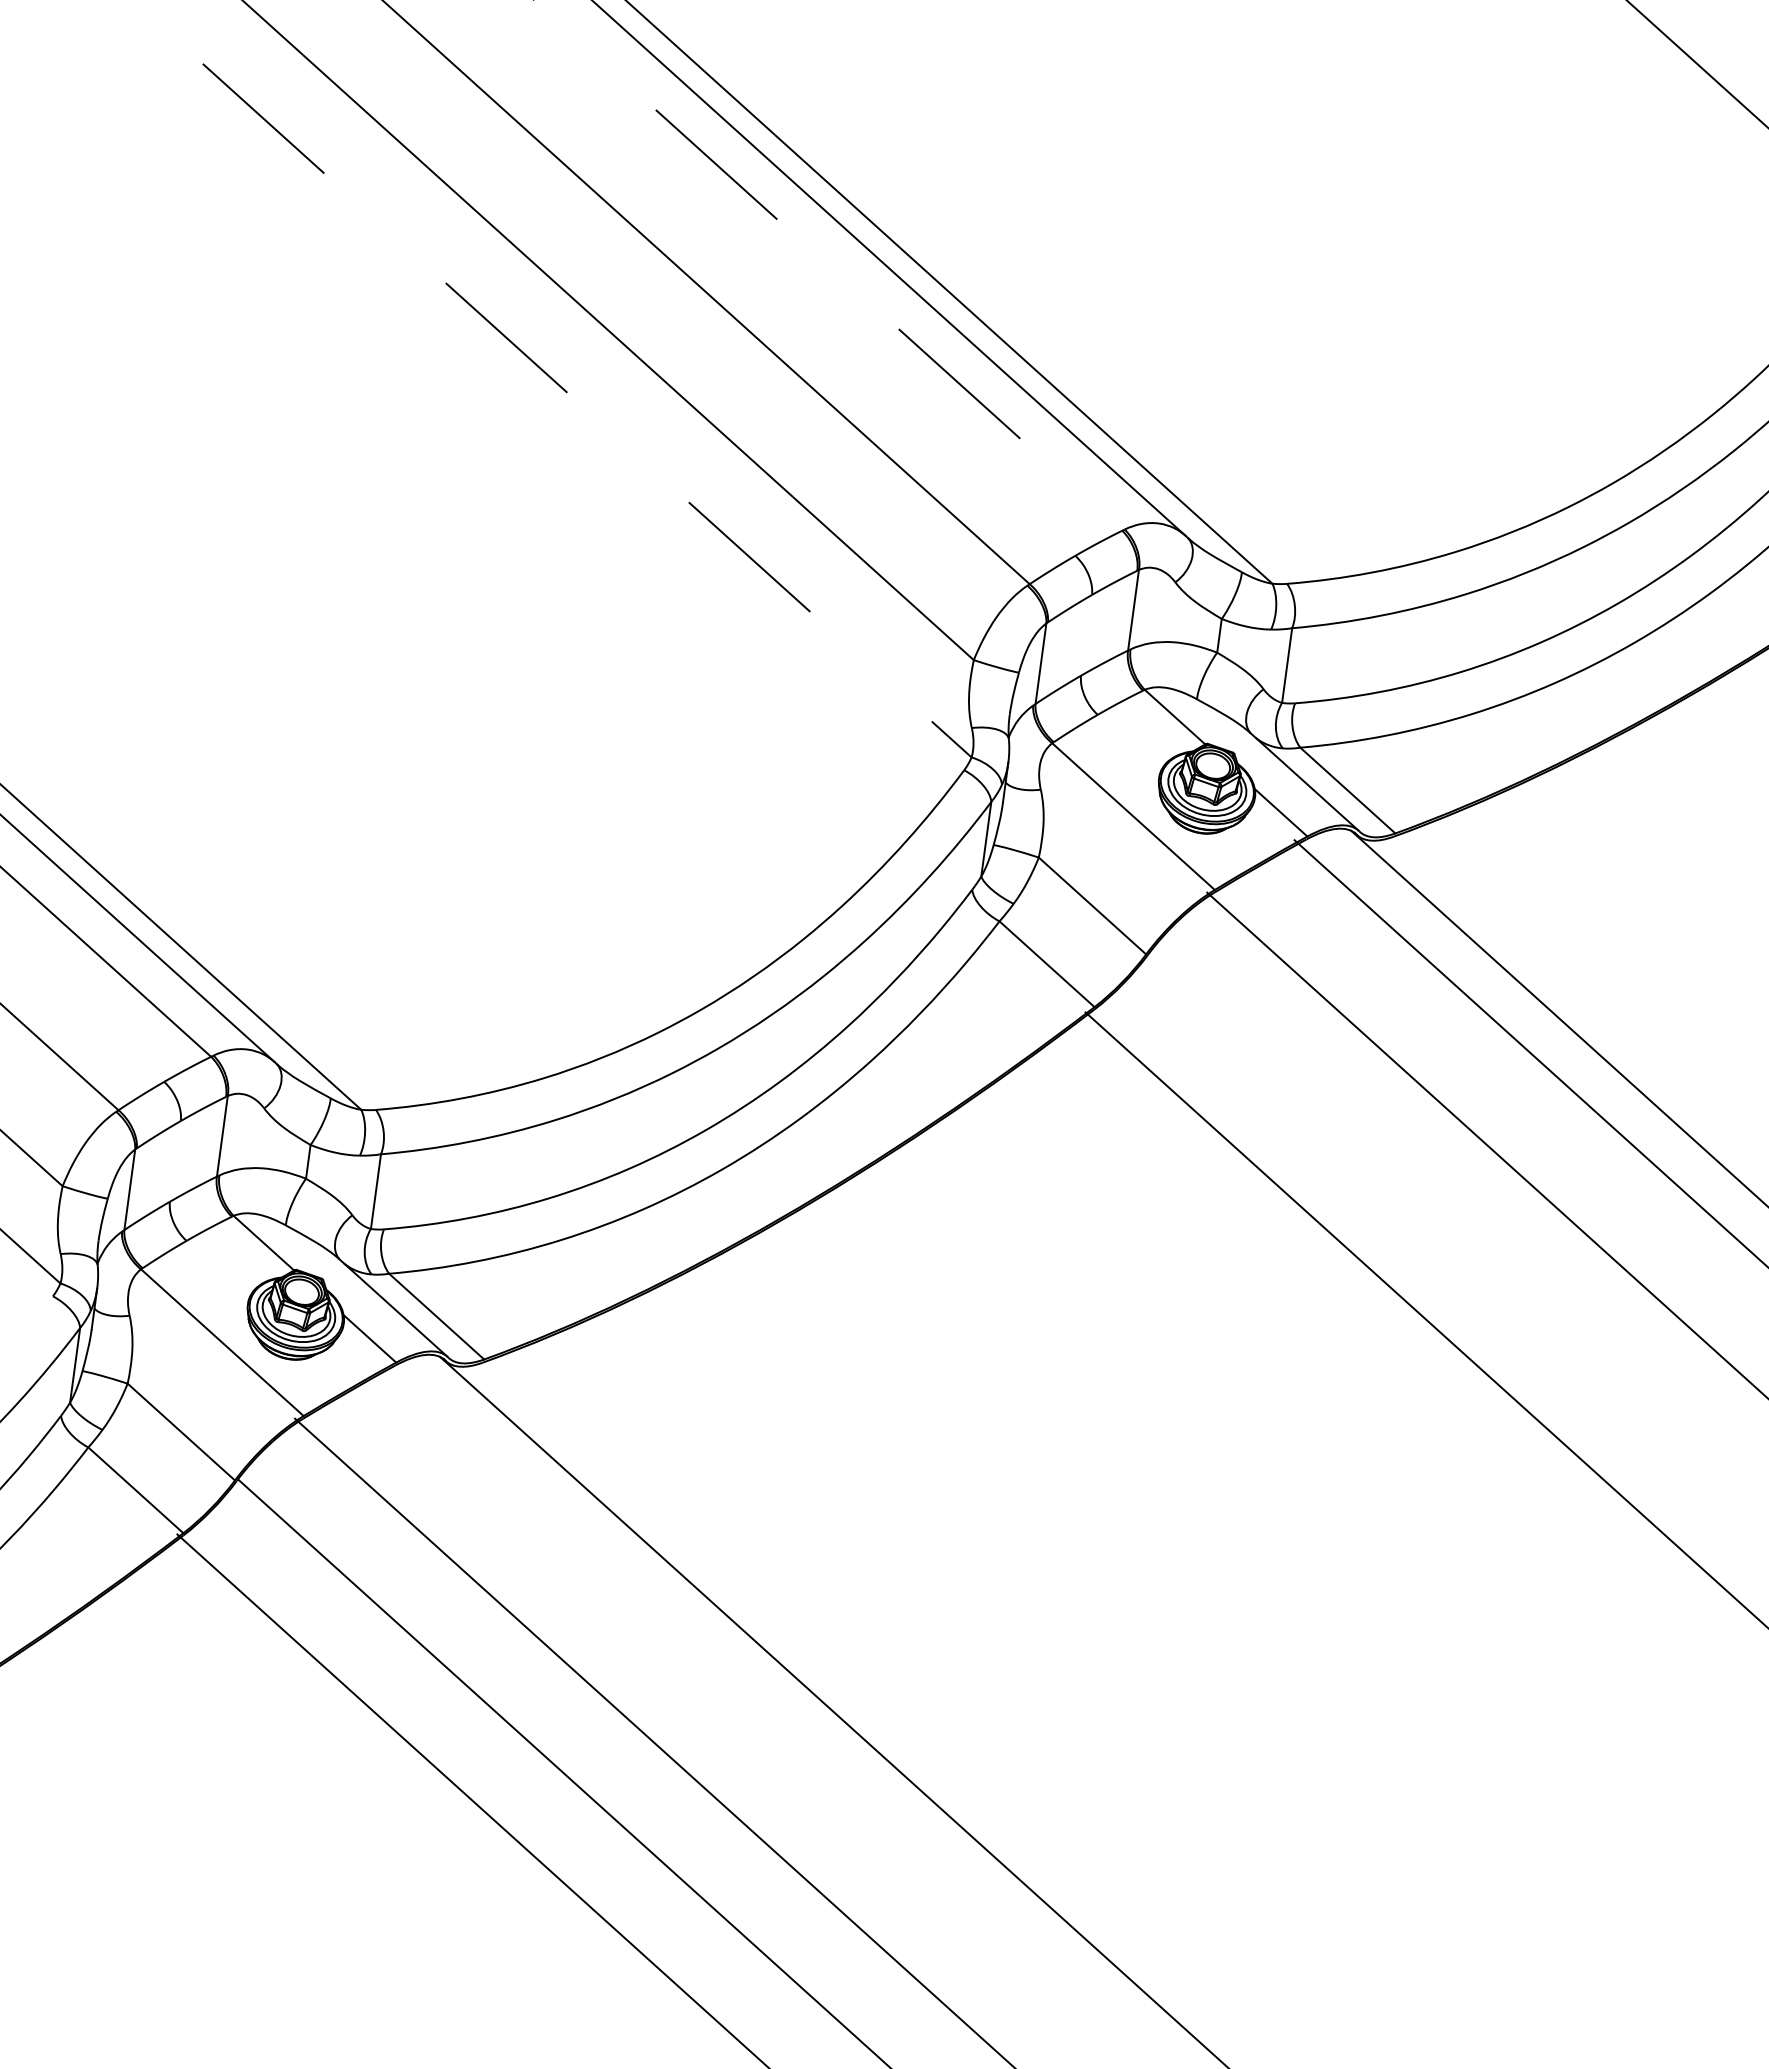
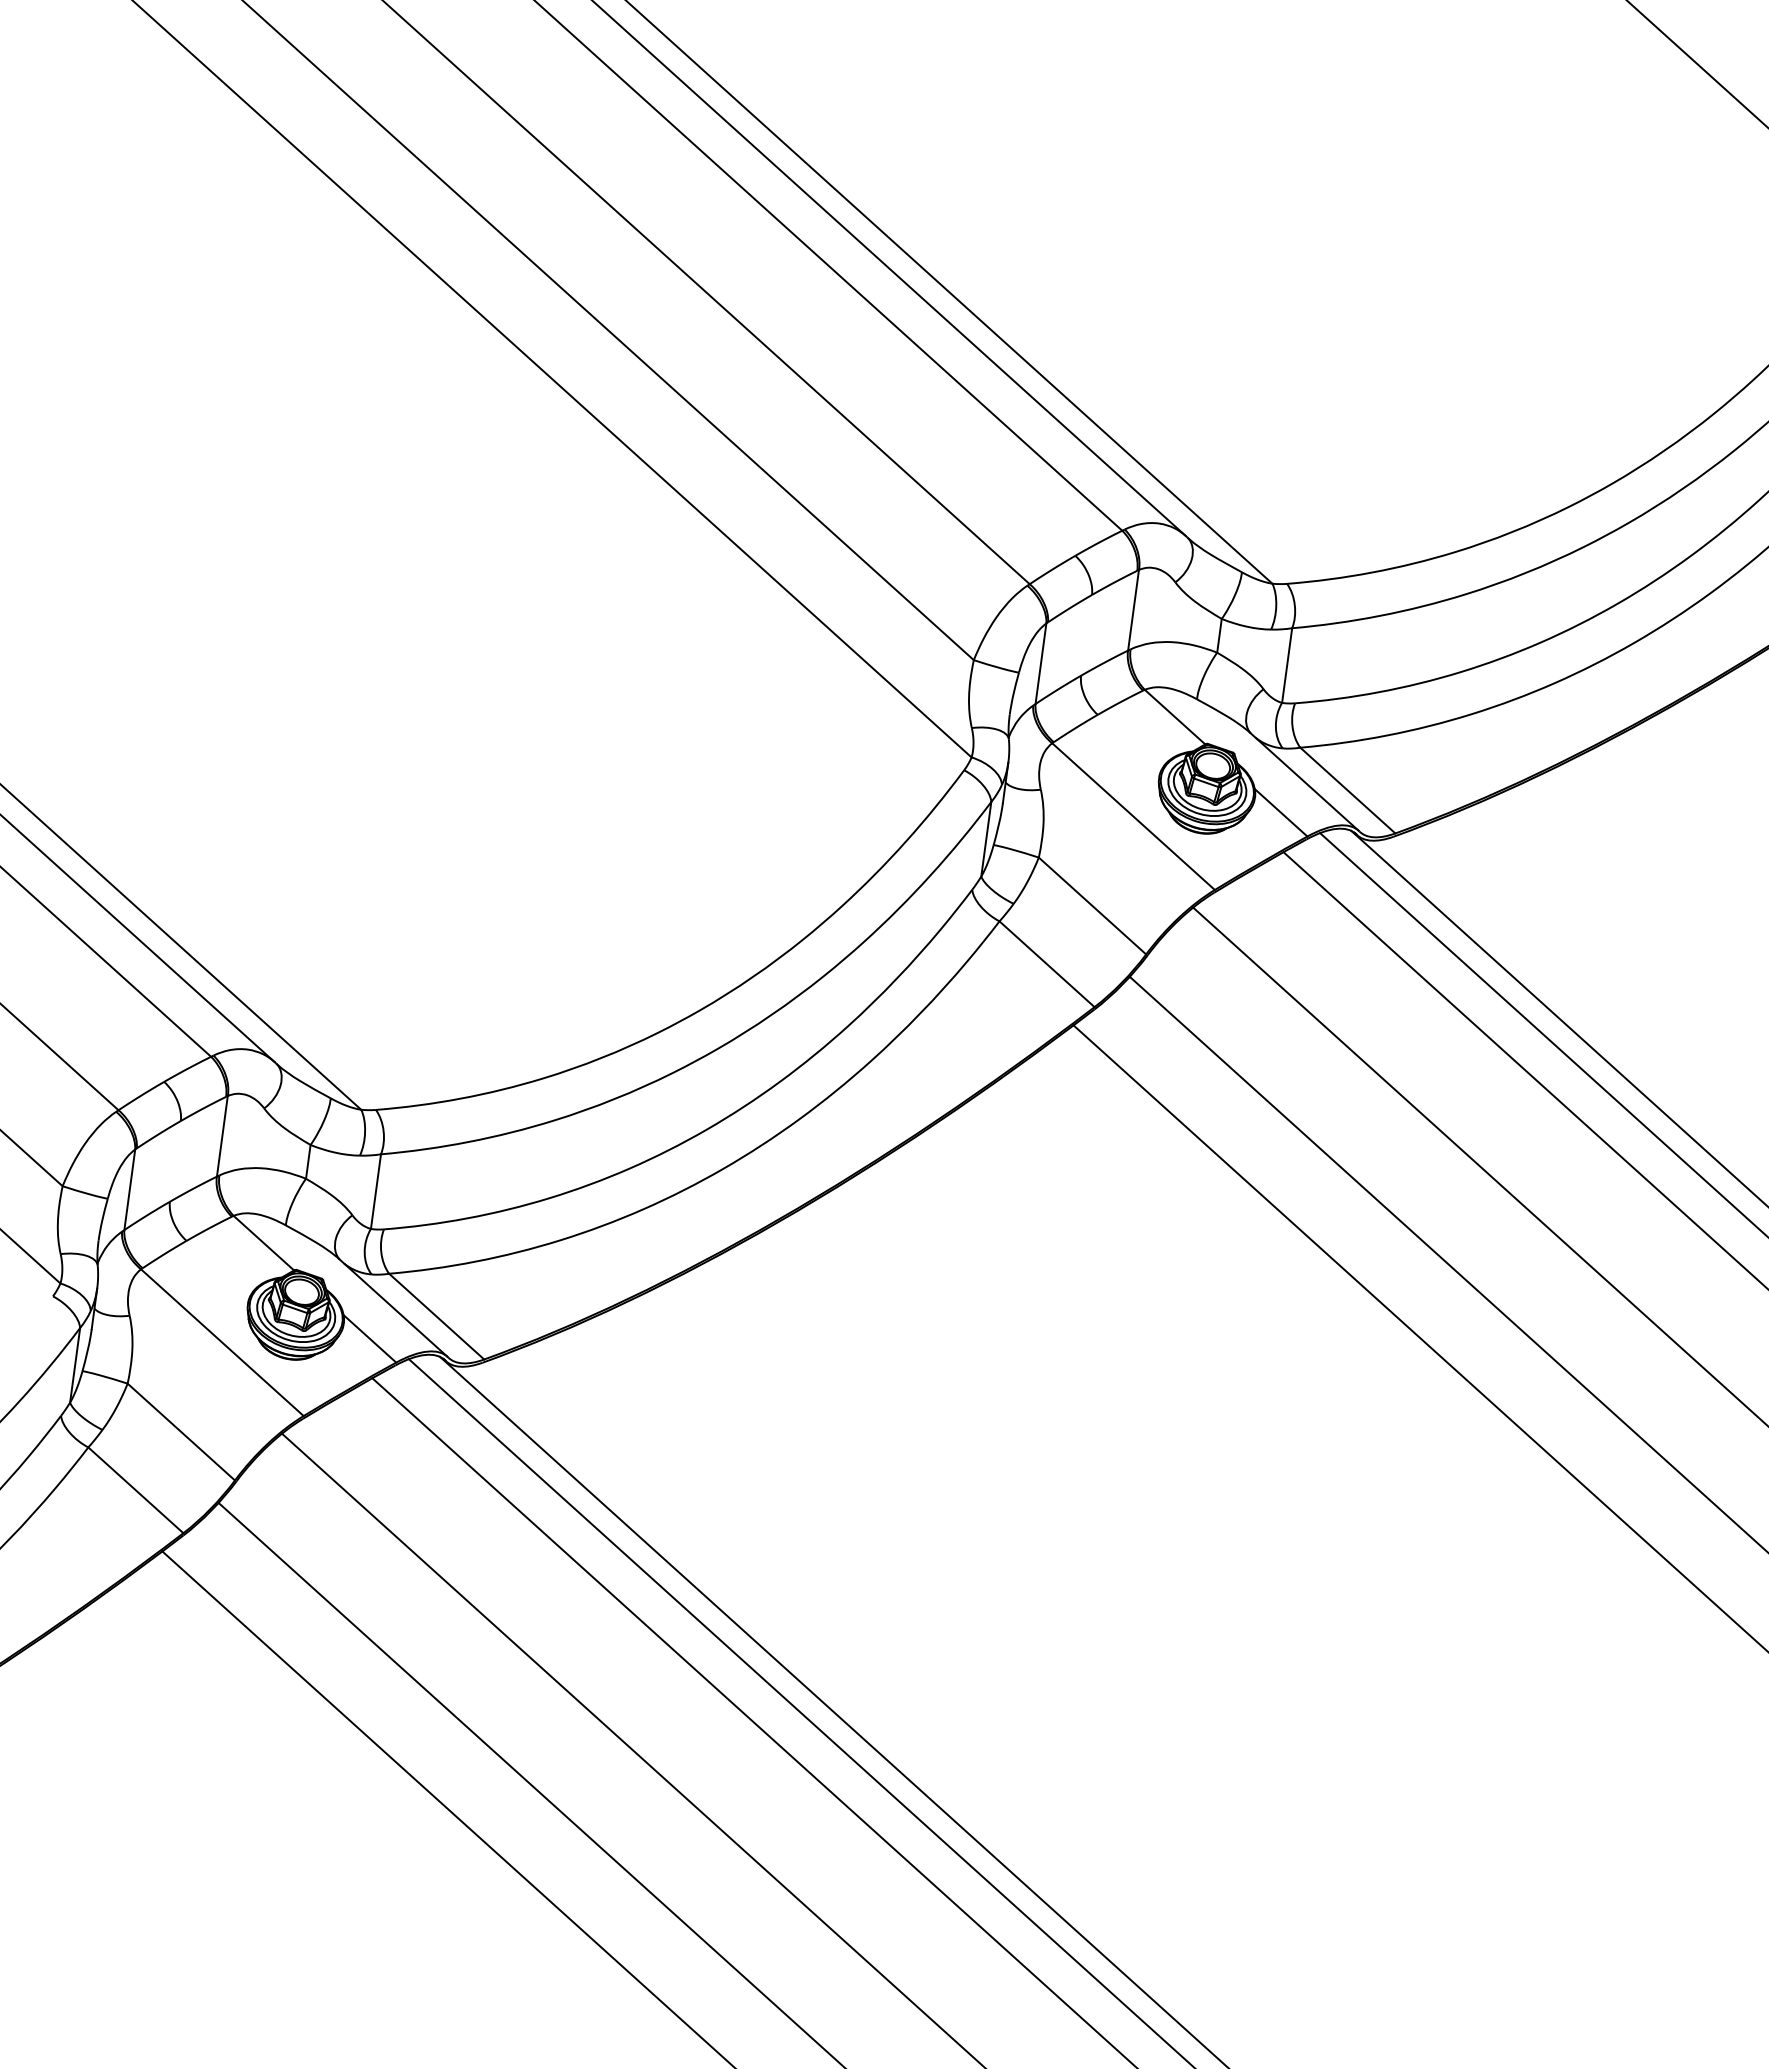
line at (828, 265): dashed -> solid
line at (552, 379): dashed -> solid
line at (1542, 1034): none -> present
line at (1529, 1052) position: (1529, 1052) -> (1524, 1069)
line at (1486, 1144) position: (1486, 1144) -> (1479, 1165)
line at (1447, 1263): none -> present
line at (1425, 1318) position: (1425, 1318) -> (1419, 1337)
line at (799, 1712): none -> present
line at (753, 1721): none -> present
line at (653, 1741) position: (653, 1741) -> (632, 1749)
line at (562, 1772) position: (562, 1772) -> (530, 1783)
line at (471, 1799) position: (471, 1799) -> (447, 1808)
